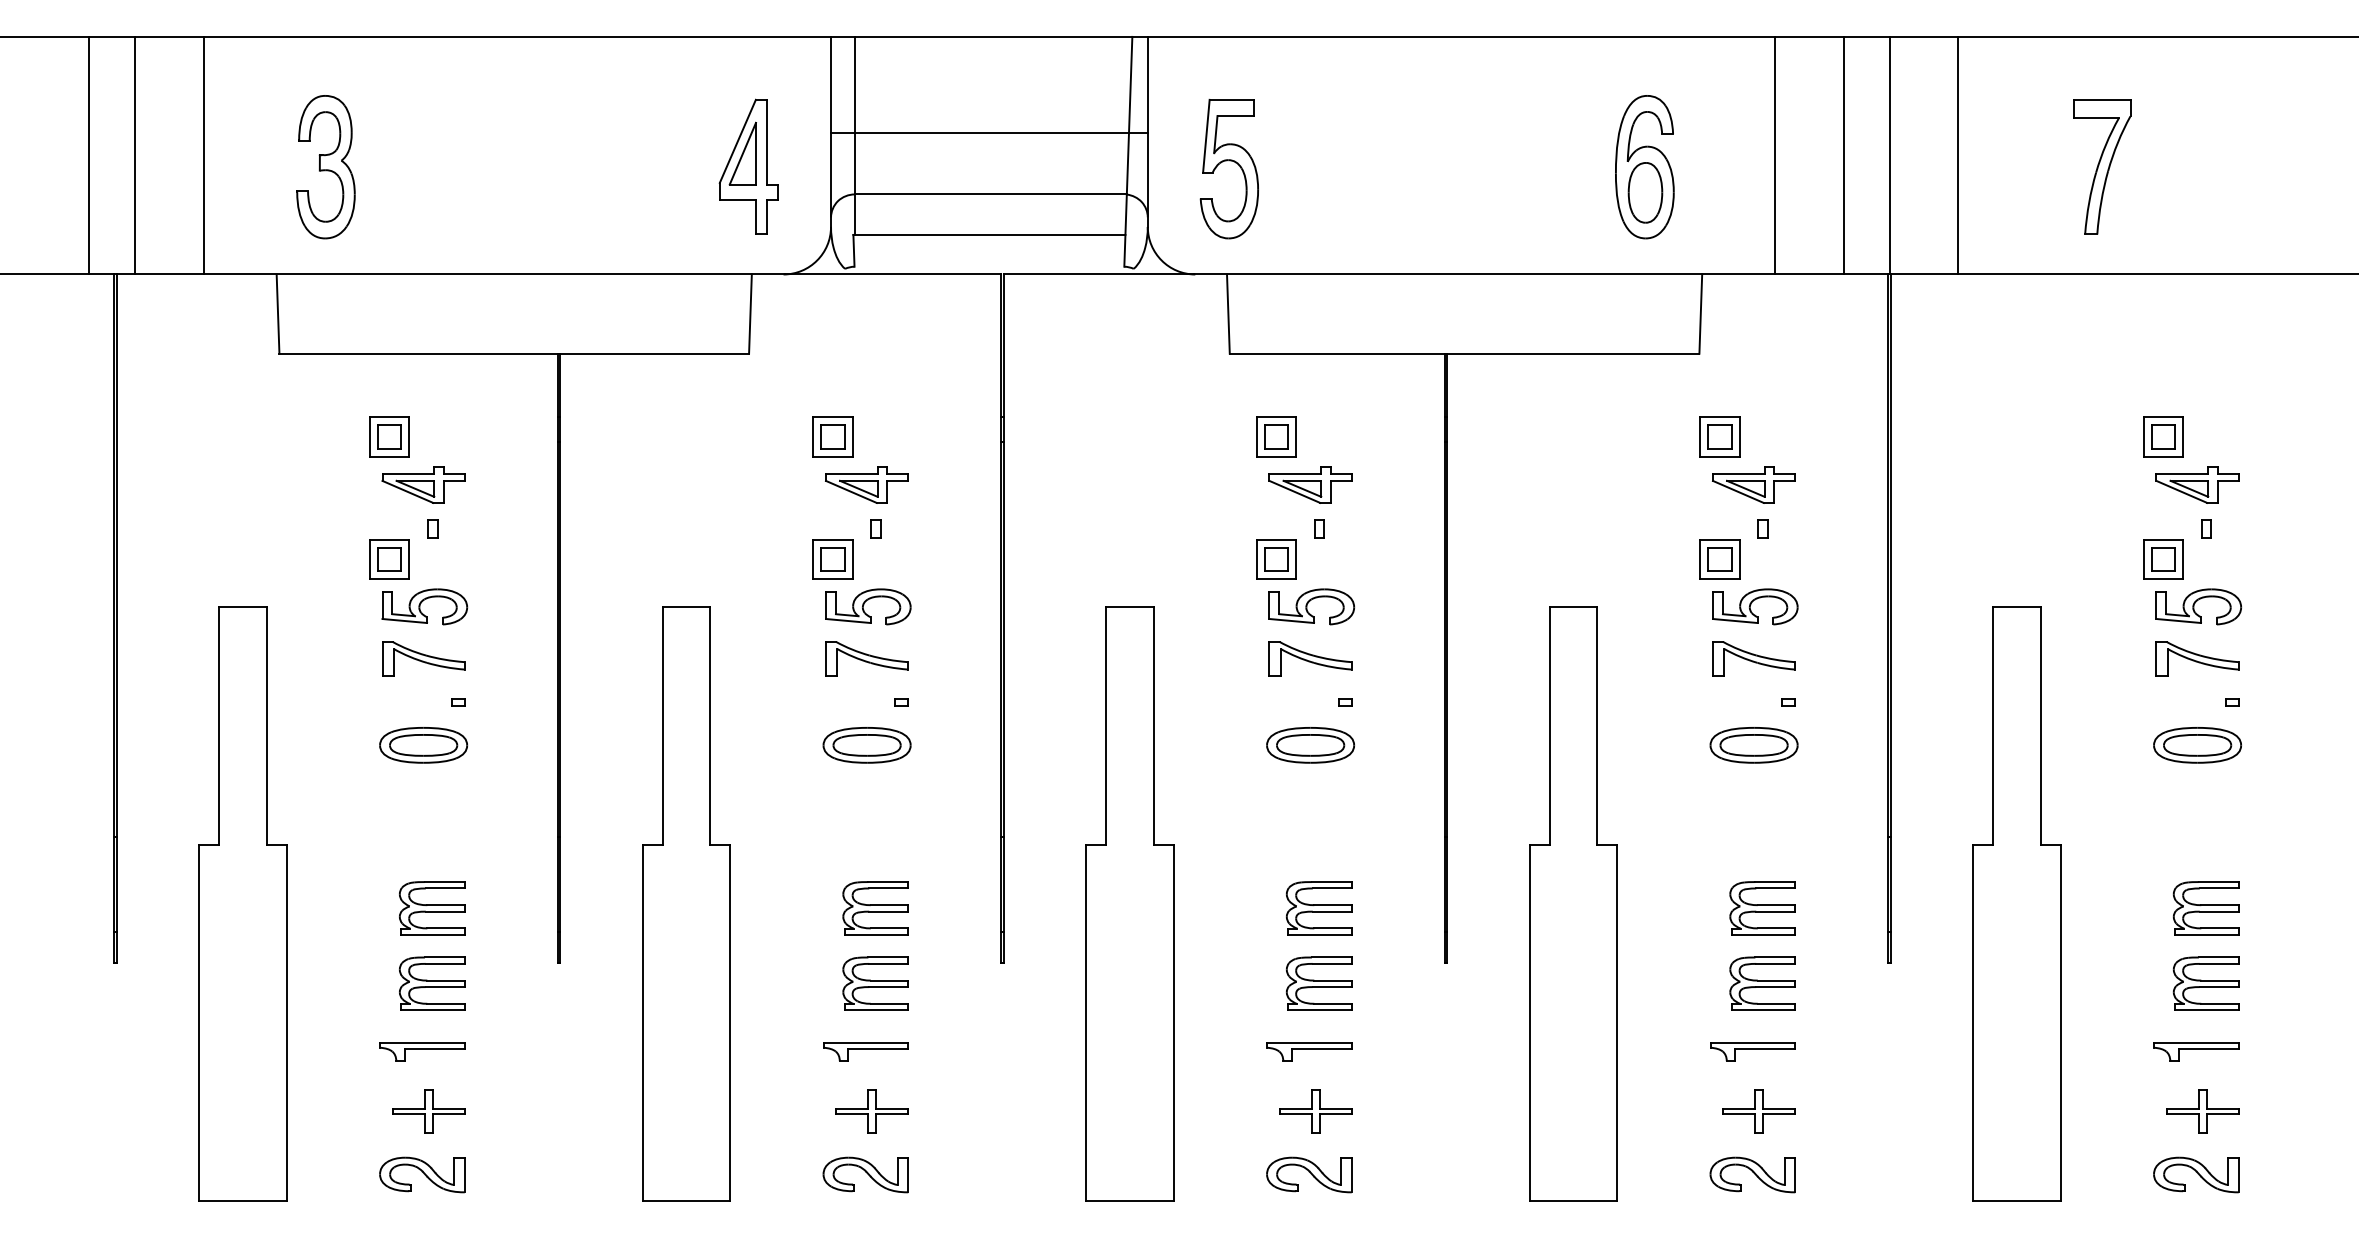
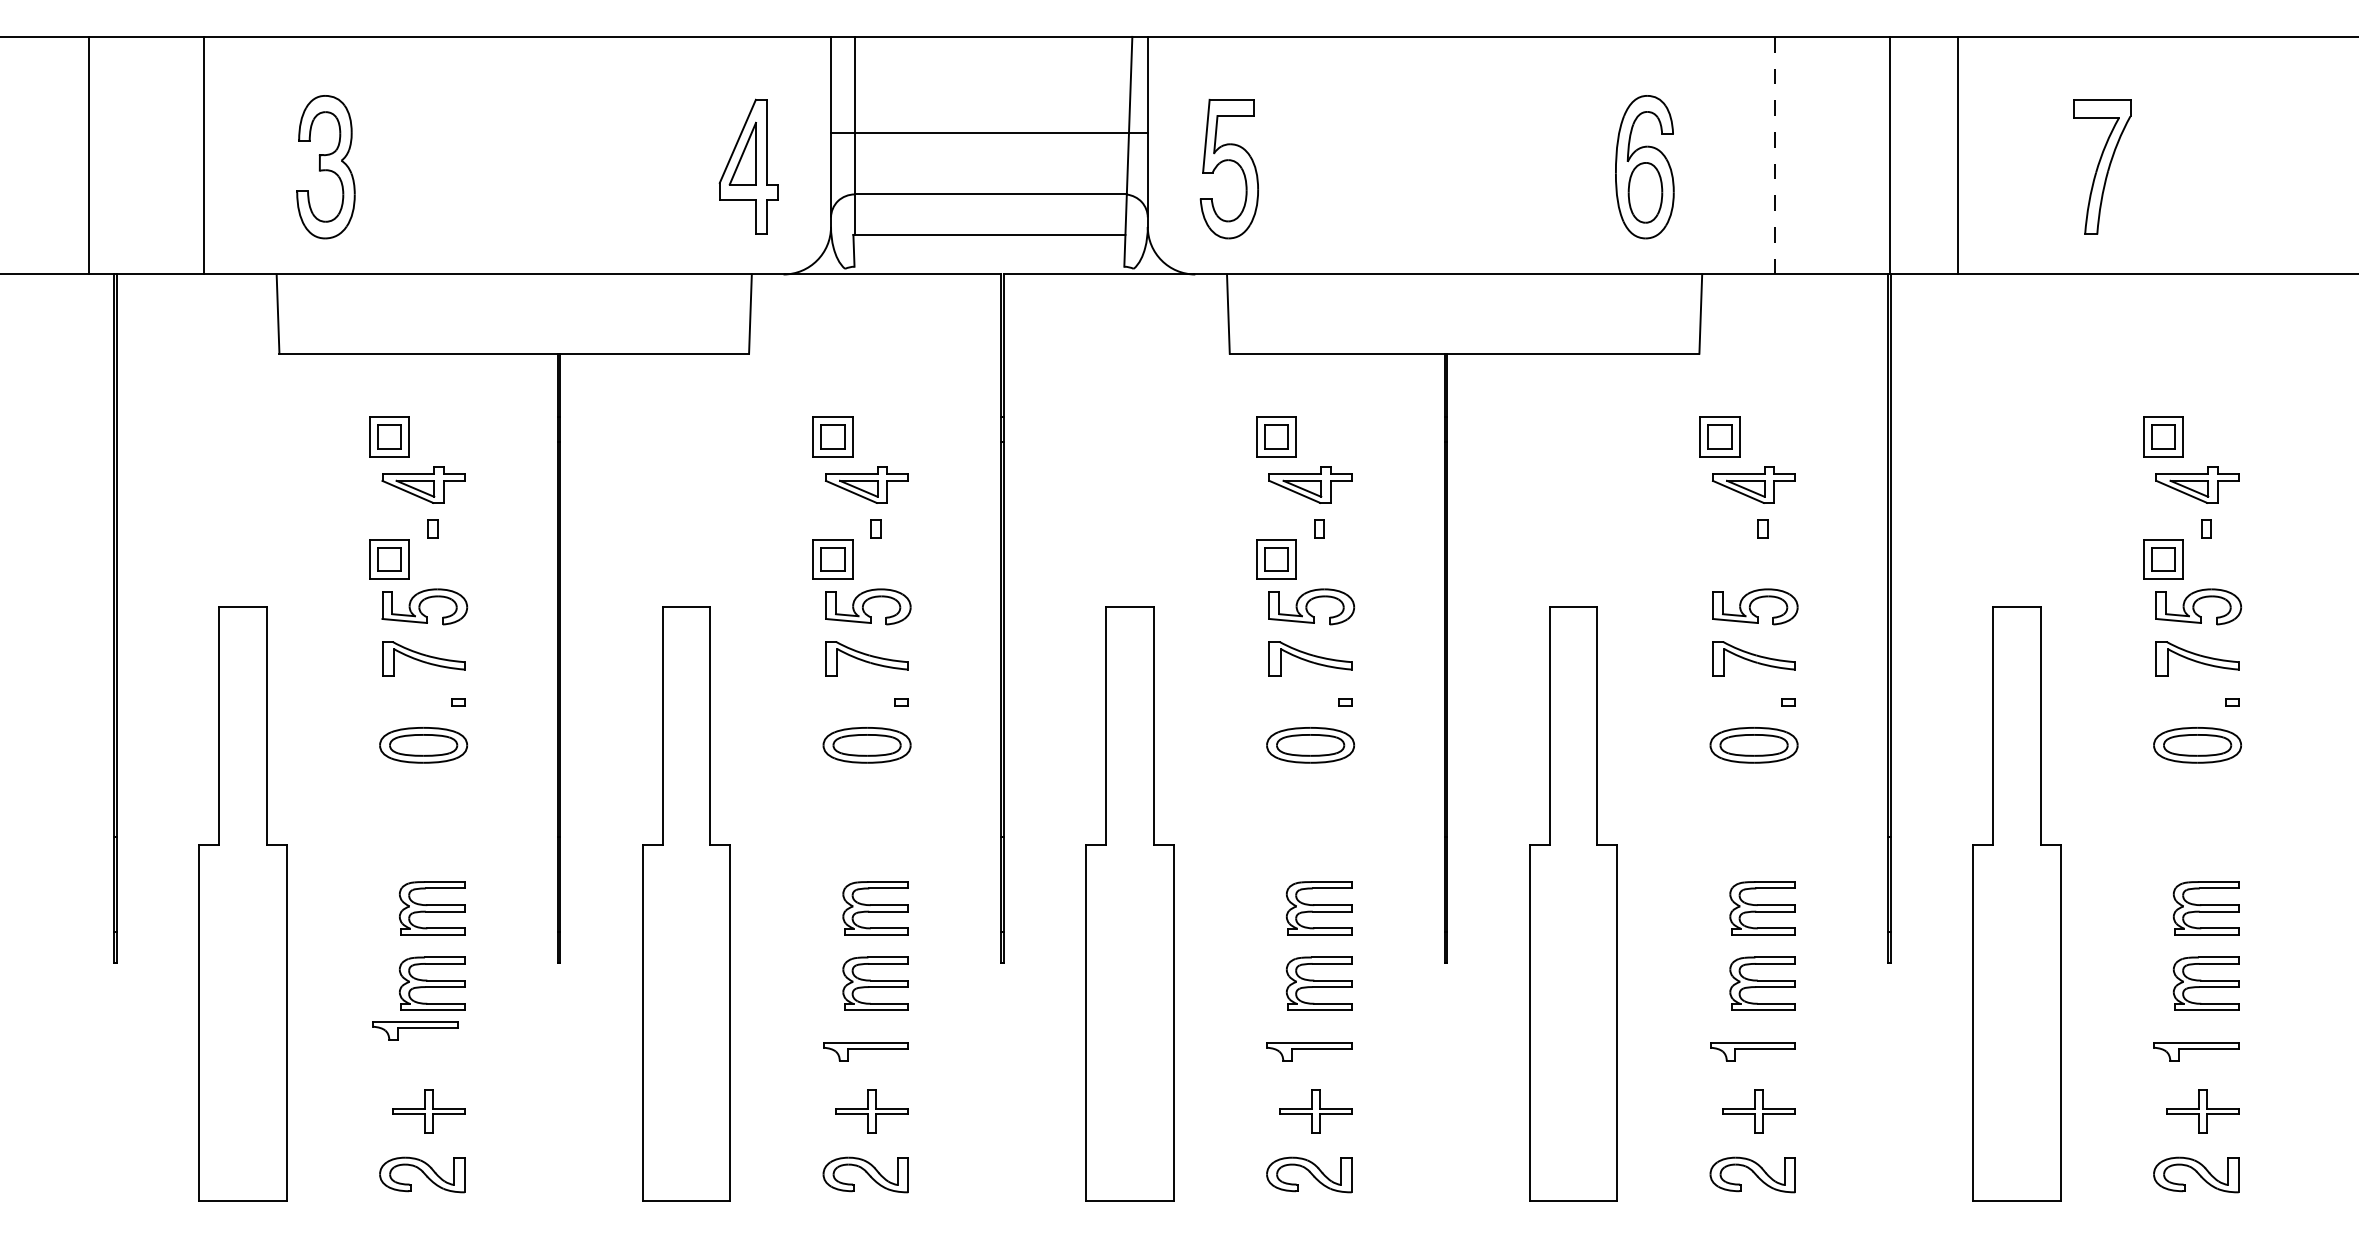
line at (135, 155): present -> none
line at (1775, 155): solid -> dashed
line at (1843, 155): present -> none
part at (1719, 559): present -> none
part at (422, 1051) position: (422, 1051) -> (415, 1030)
